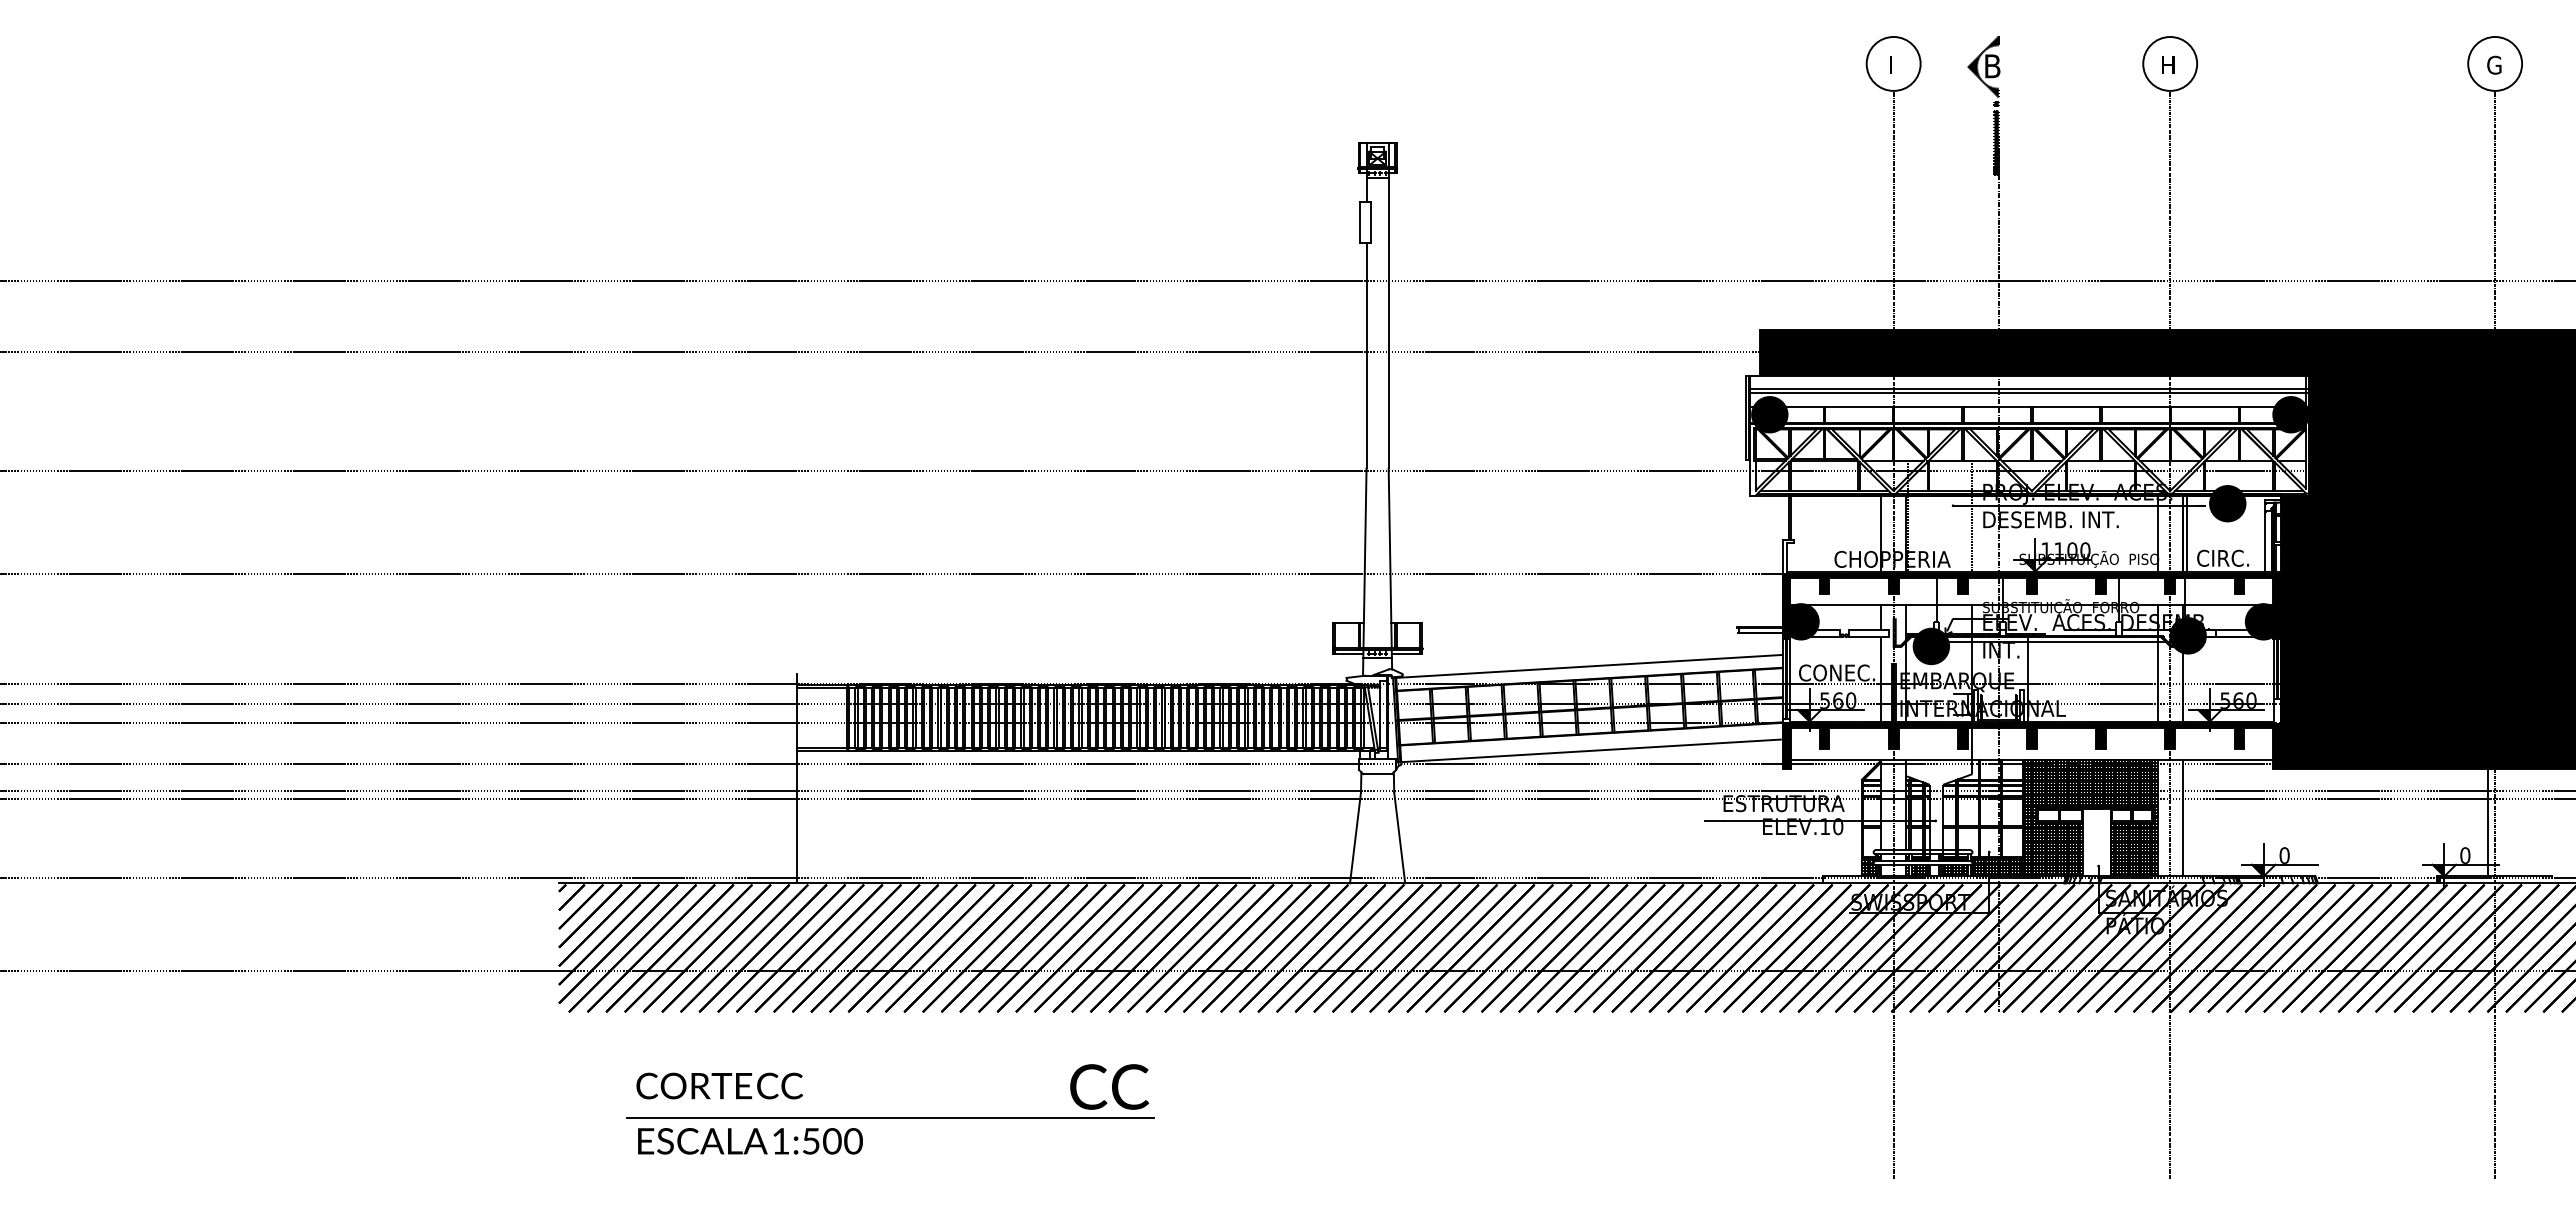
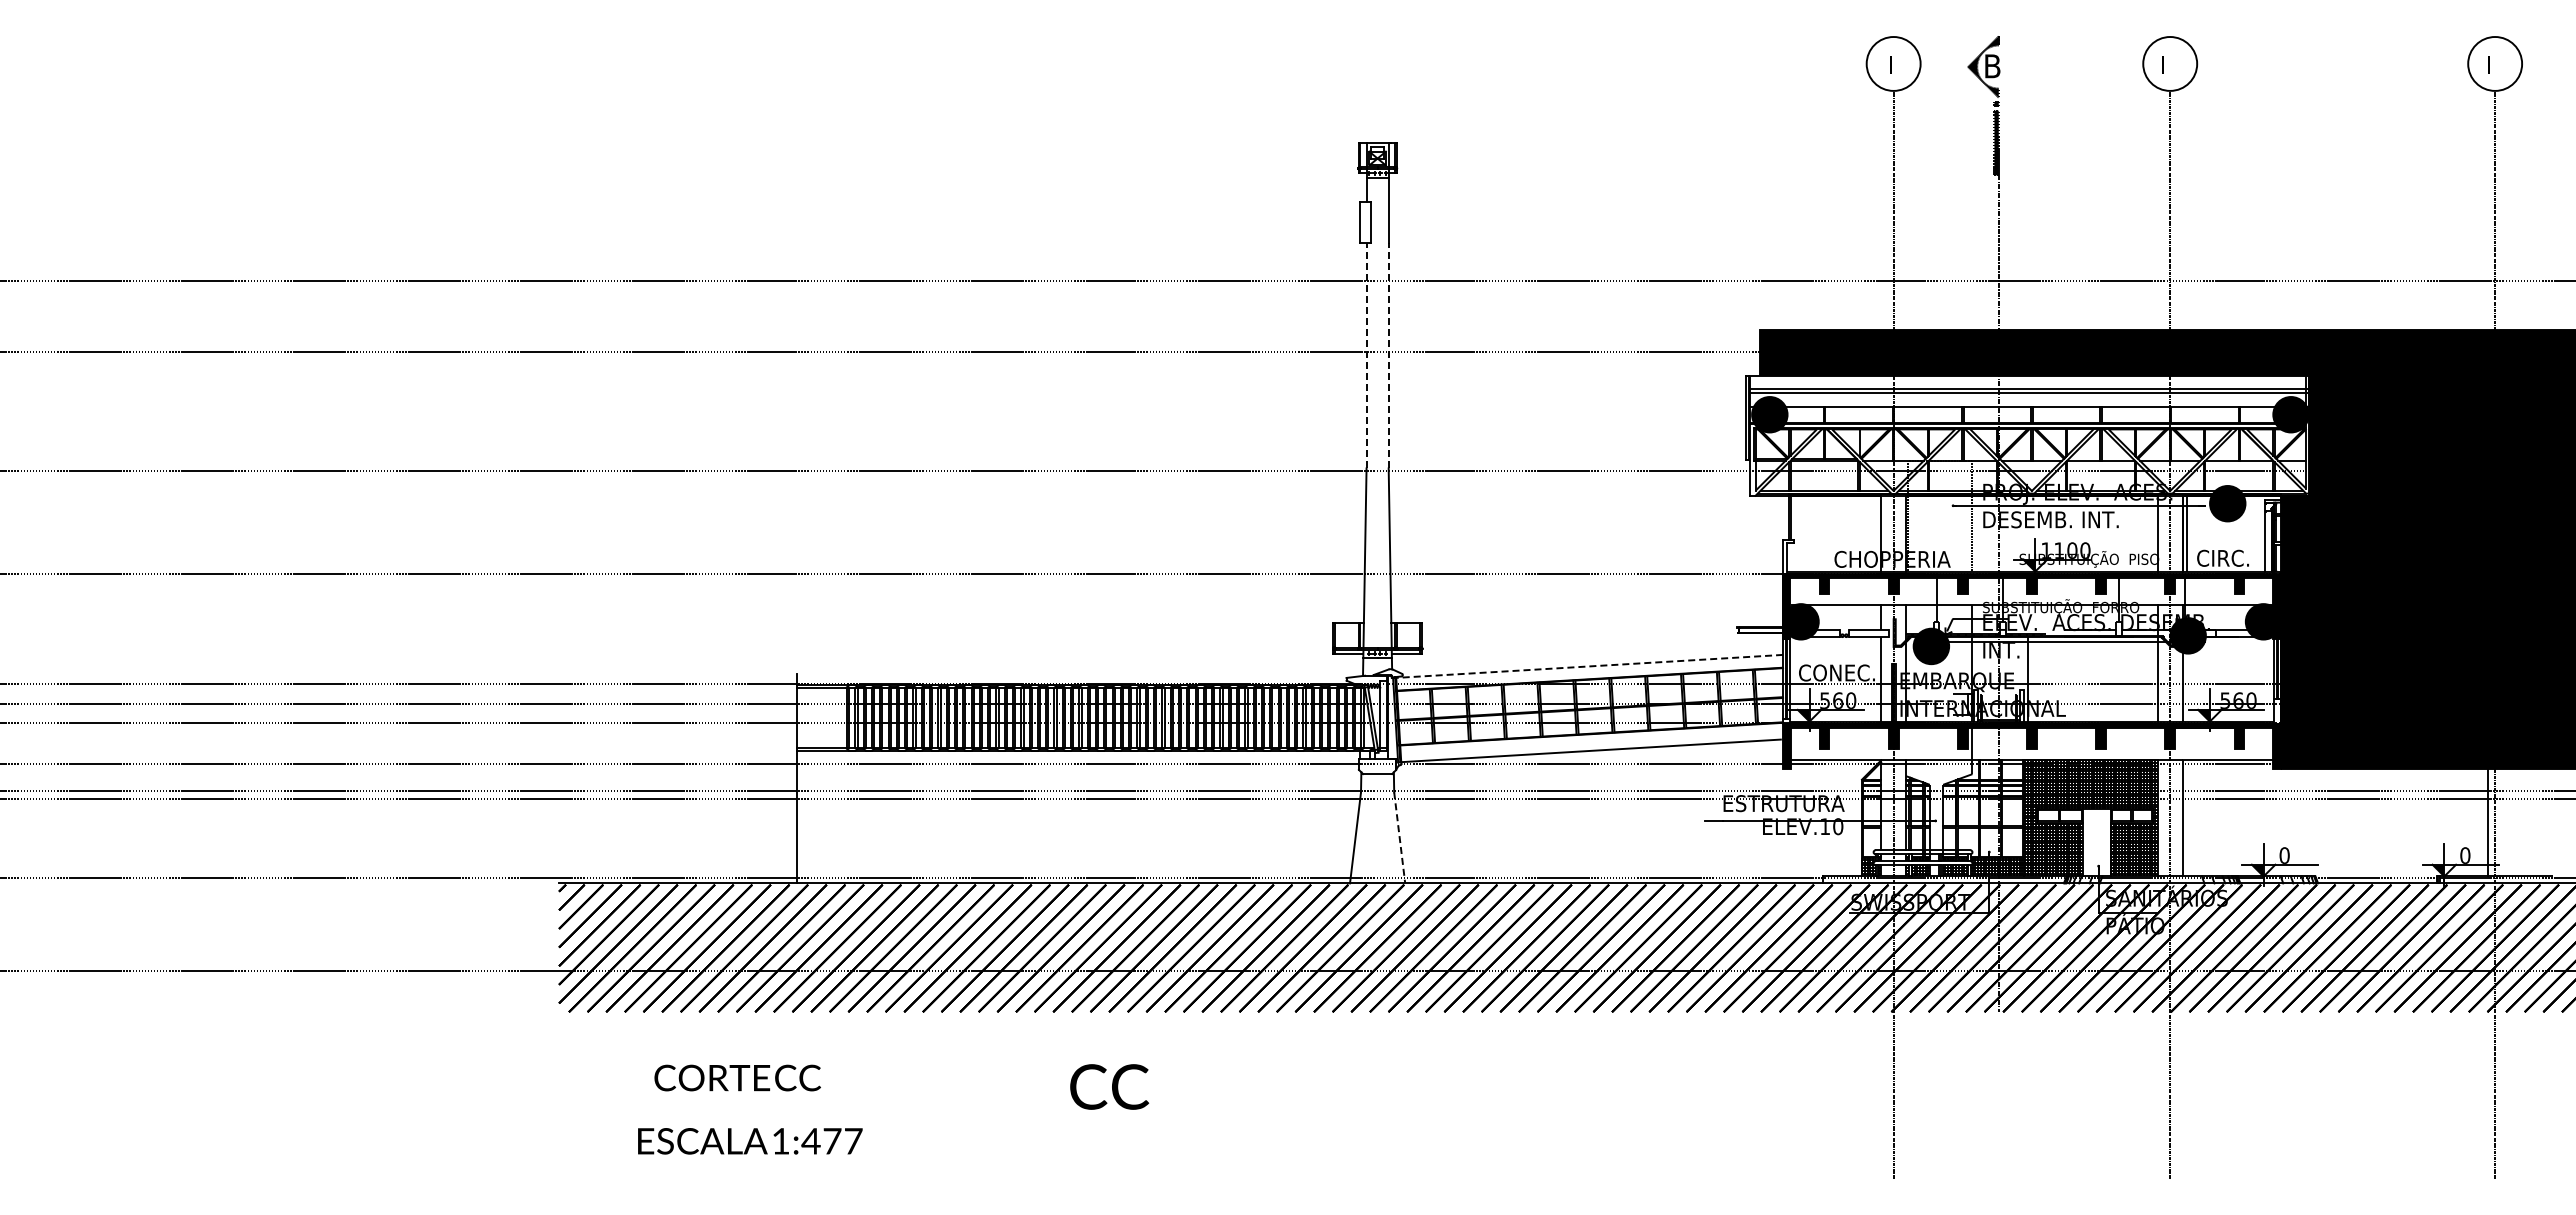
text at (2169, 64): H -> I
text at (2494, 64): G -> I
line at (1366, 355): solid -> dashed
line at (1388, 355): solid -> dashed
line at (1587, 666): solid -> dashed
line at (1399, 837): solid -> dashed
text at (719, 1085) position: (719, 1085) -> (737, 1077)
line at (890, 1117): present -> none
text at (831, 1141): 1:500 -> 1:477
